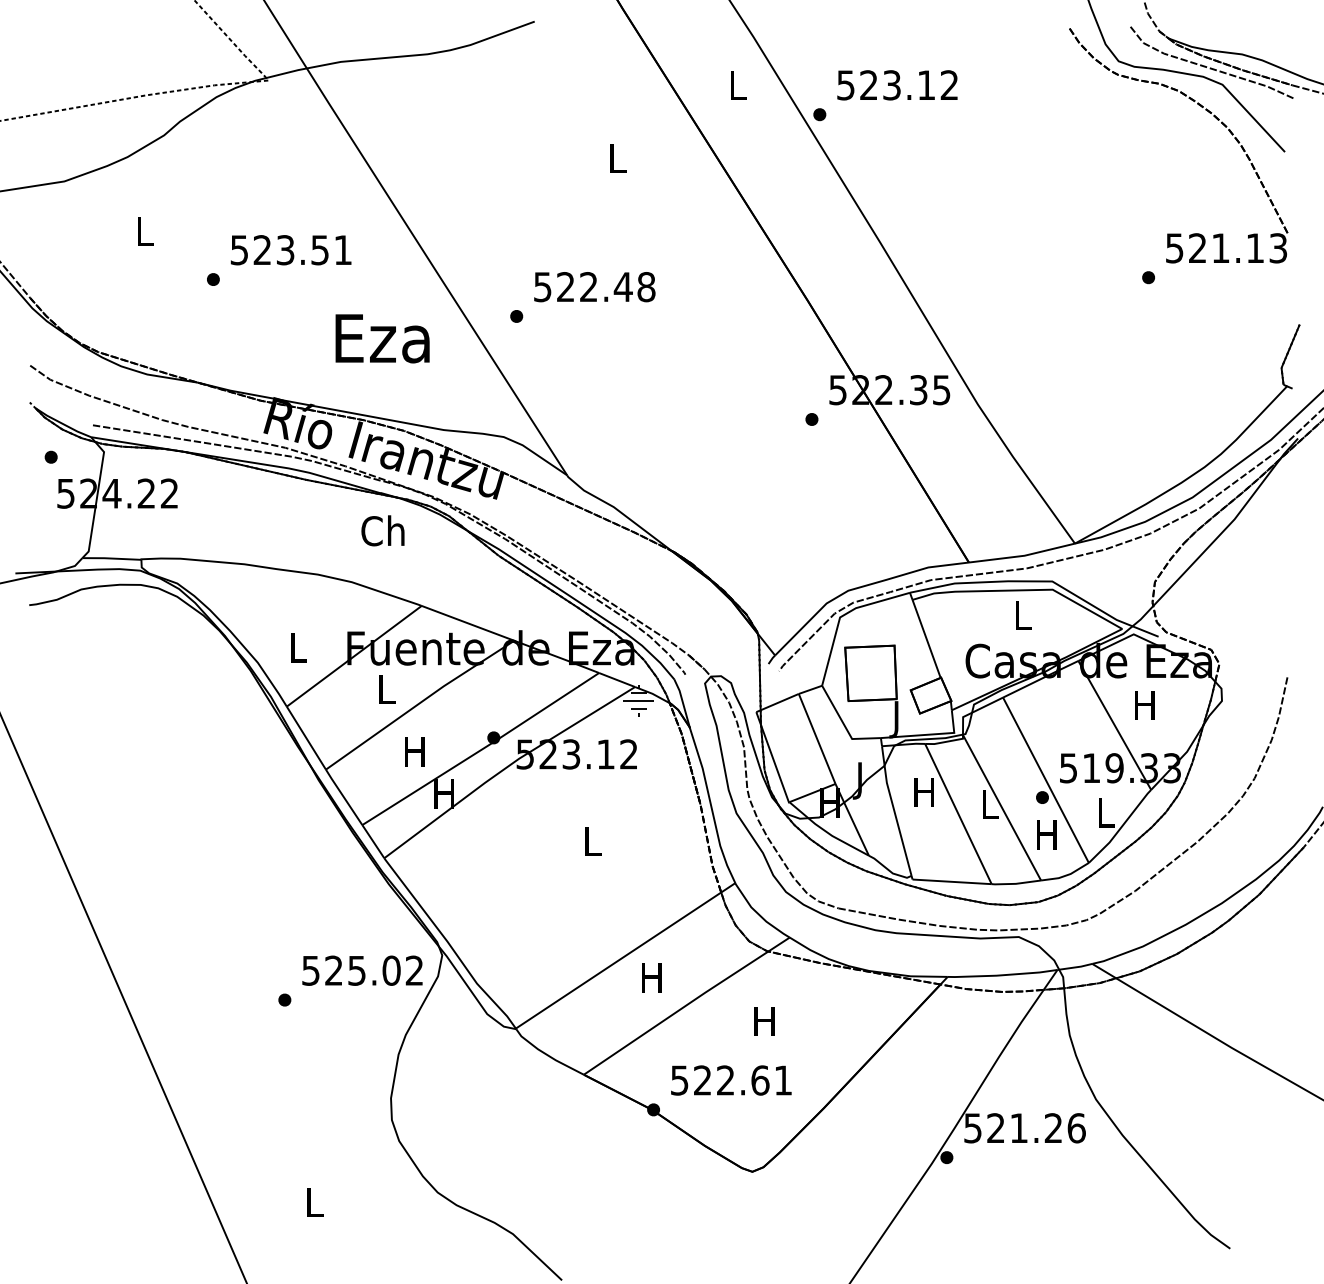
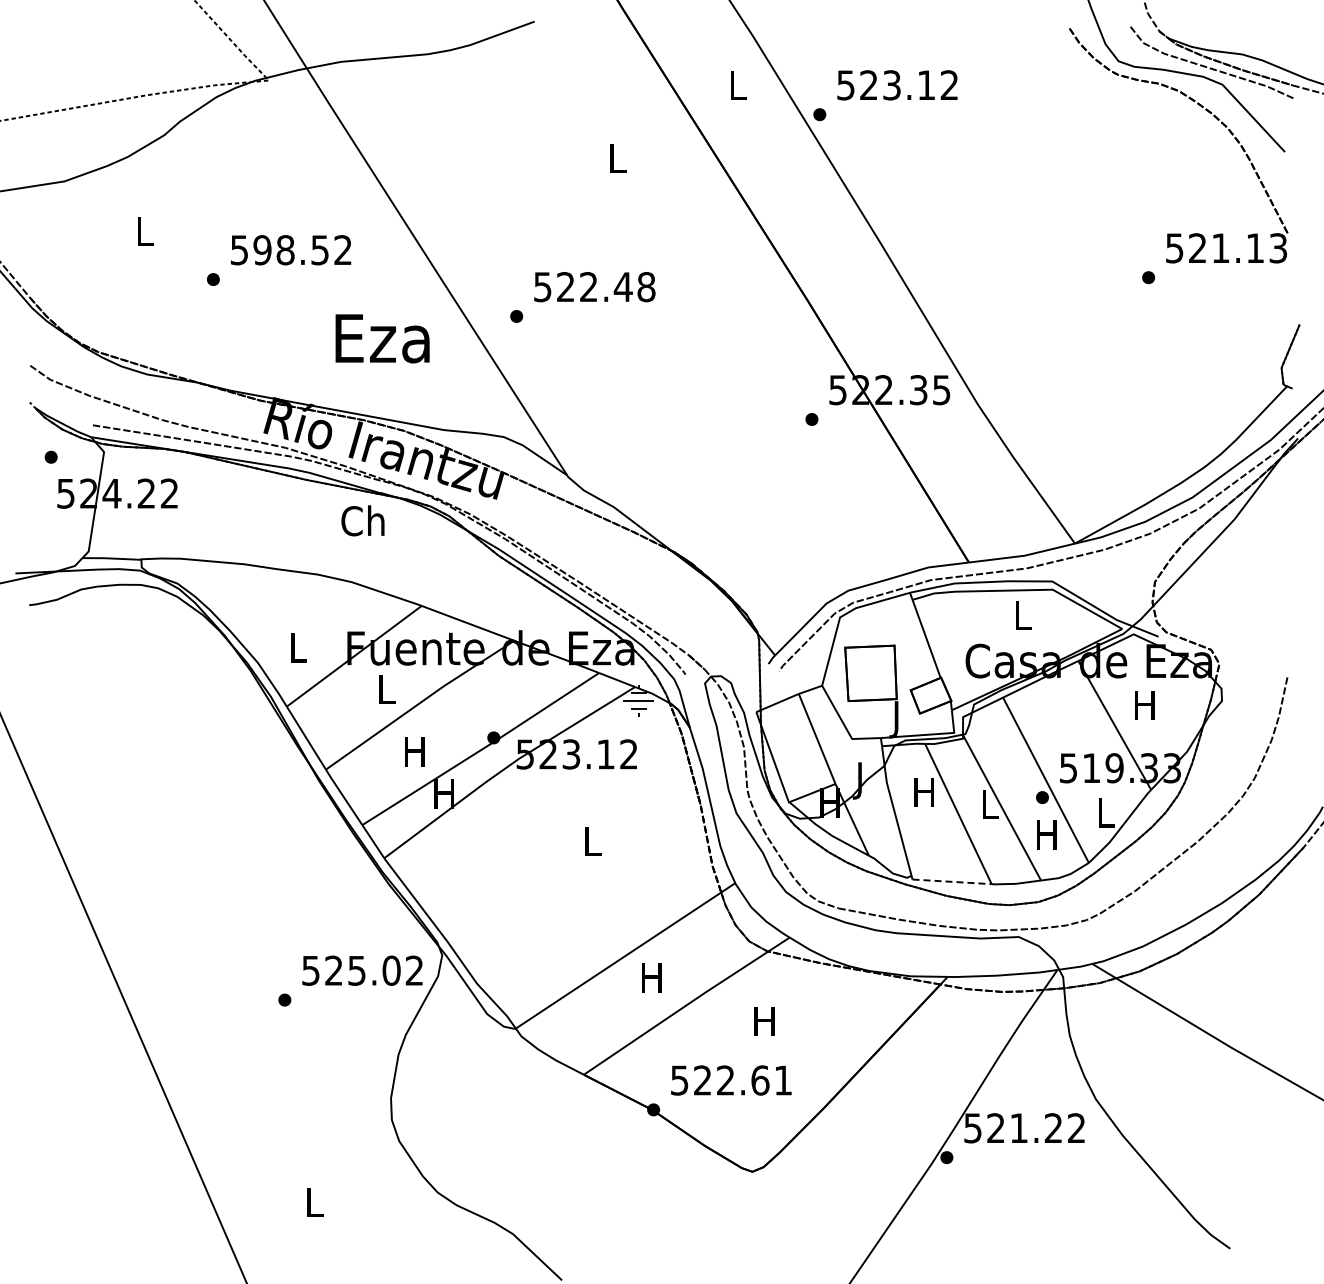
text at (302, 250): 523.51 -> 598.52
text at (382, 530) position: (382, 530) -> (362, 520)
line at (952, 881): solid -> dashed
text at (1076, 1128): 521.26 -> 521.22
